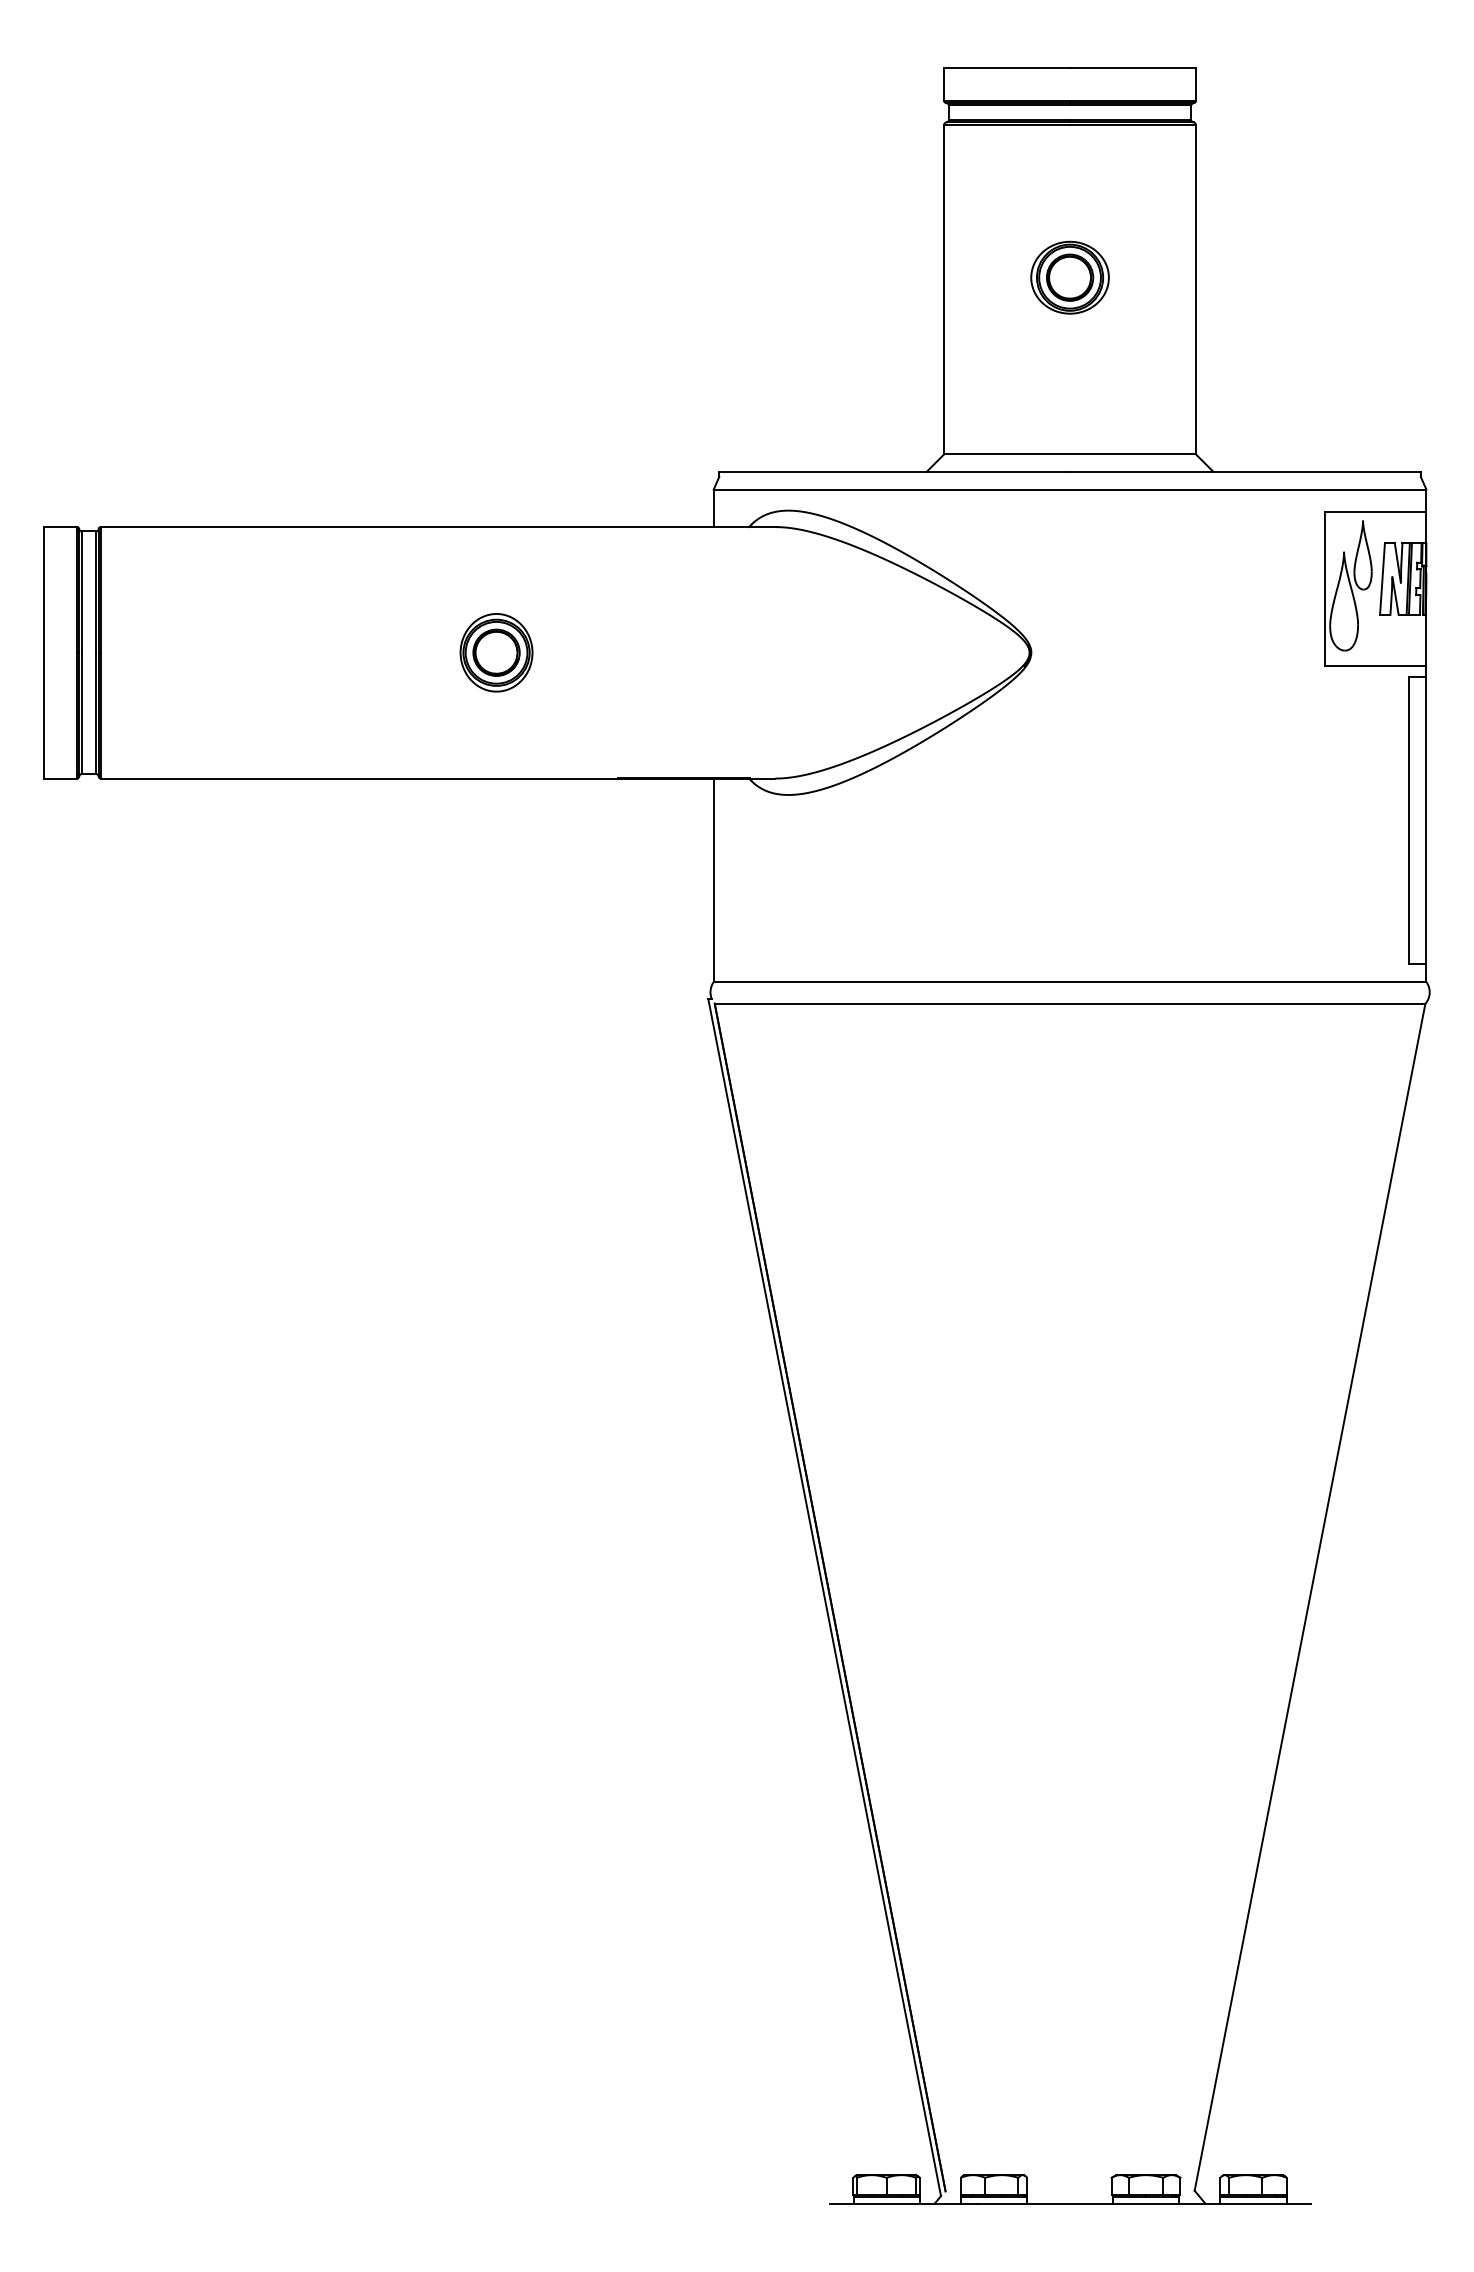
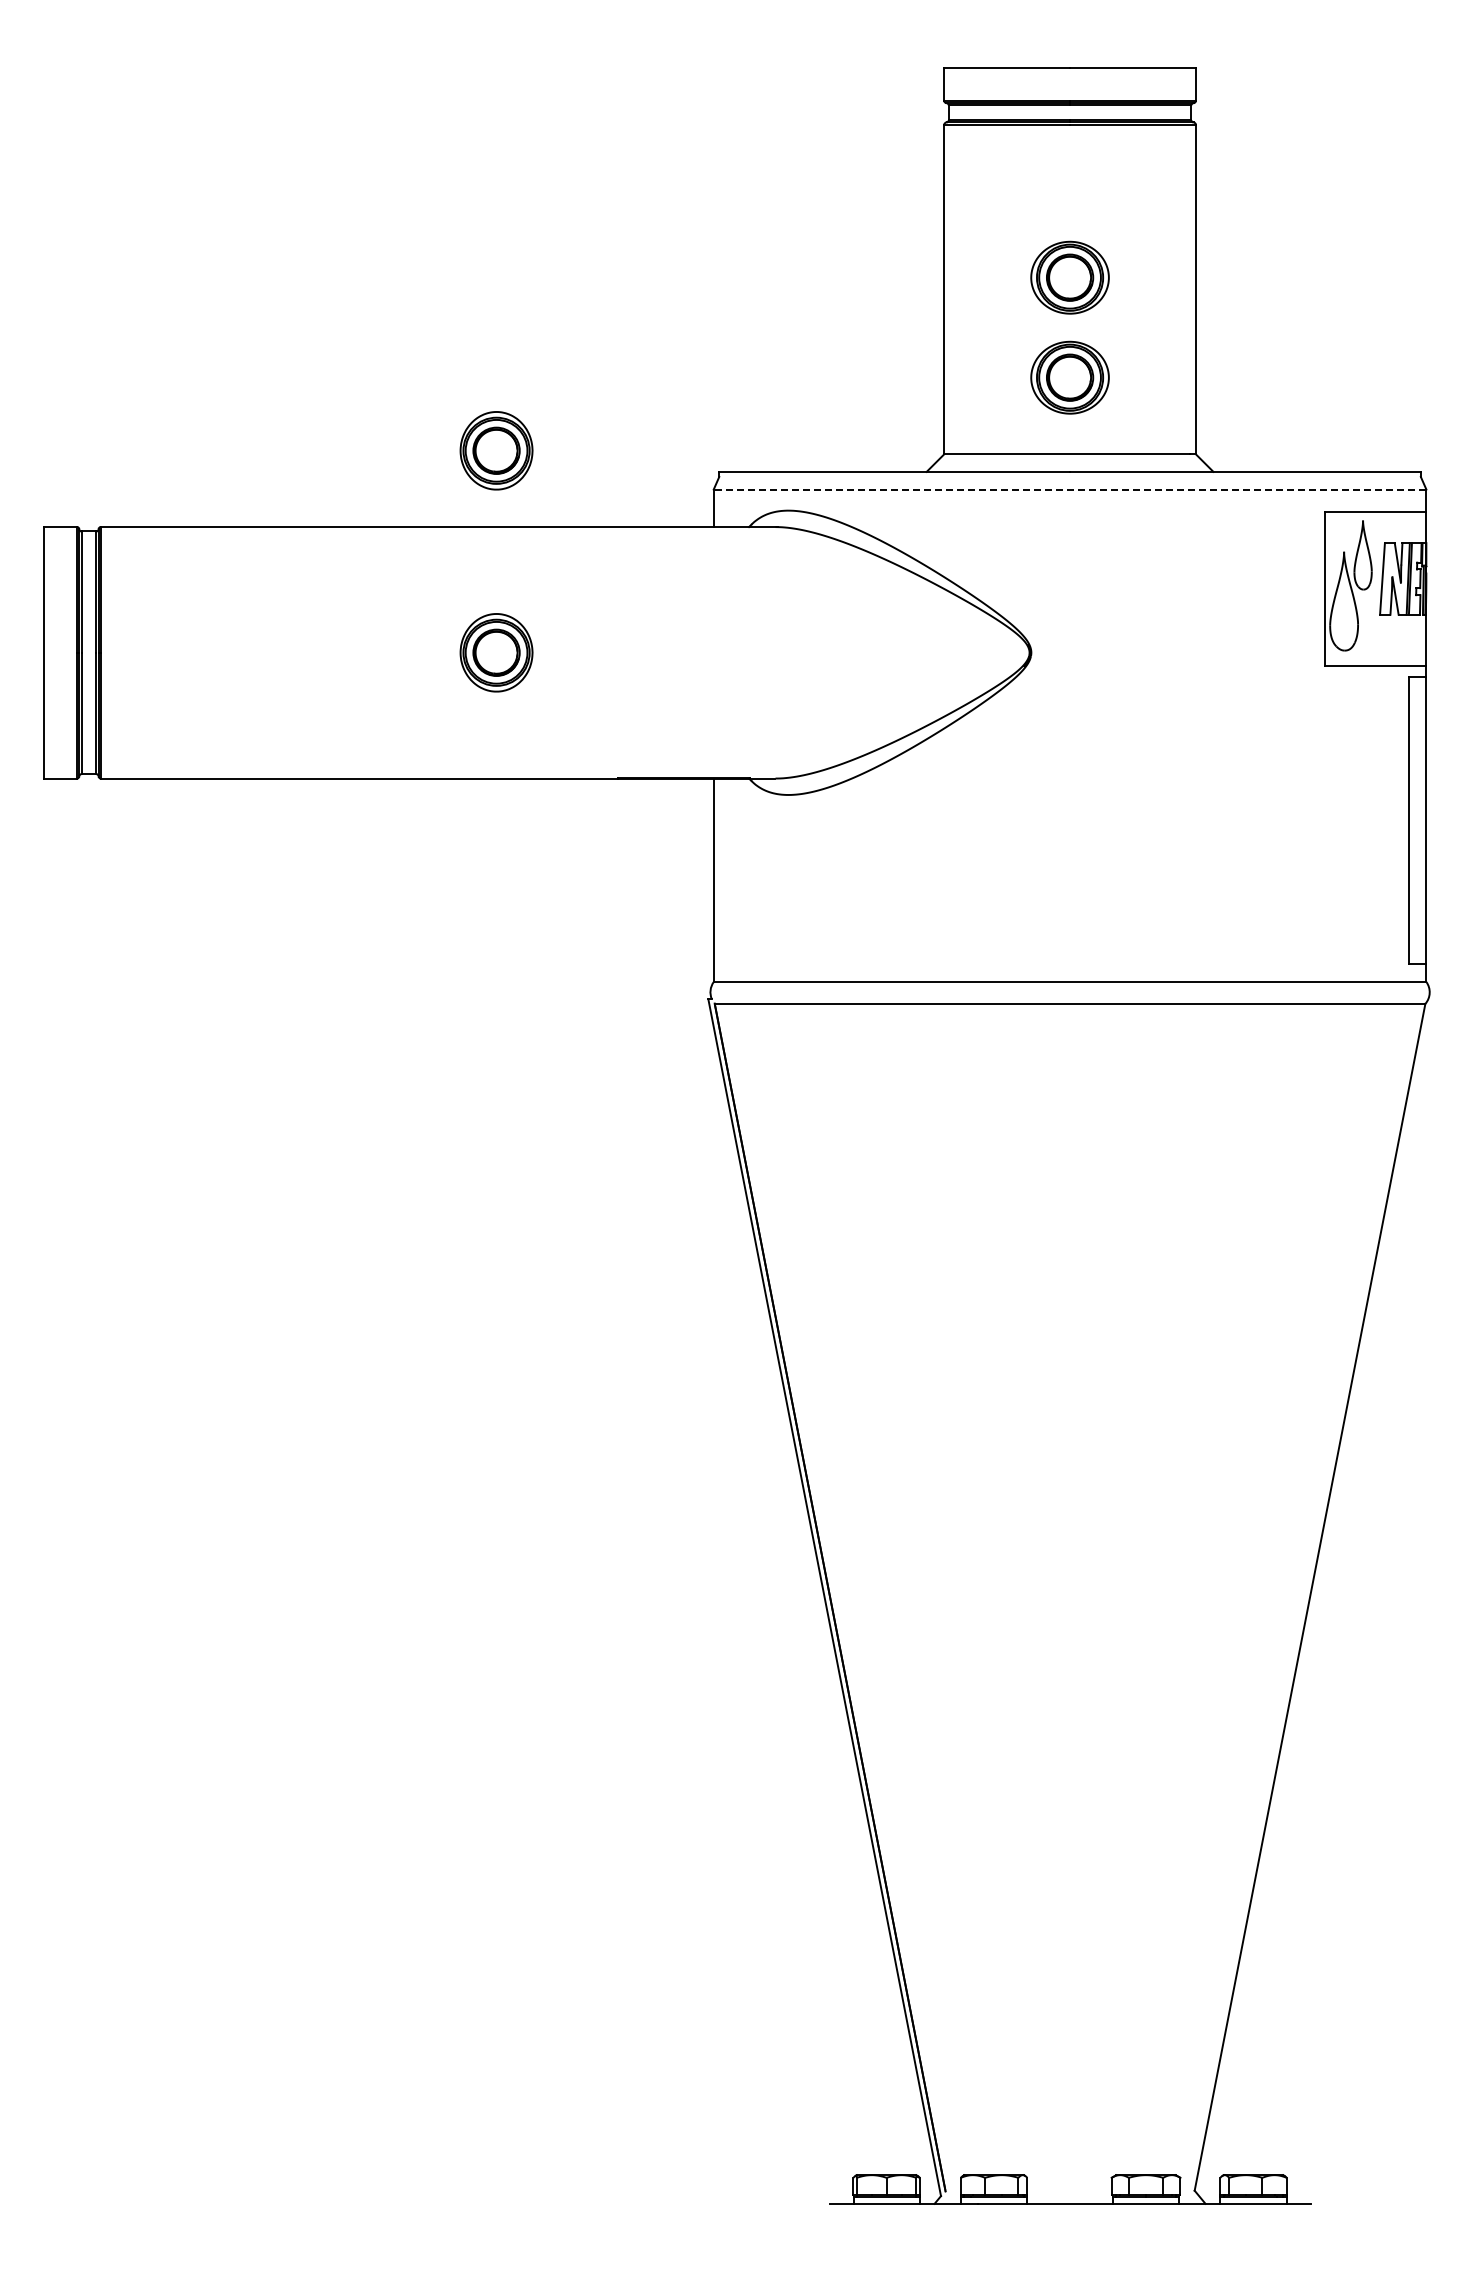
part at (1069, 377): none -> present
part at (496, 450): none -> present
line at (1069, 489): solid -> dashed
